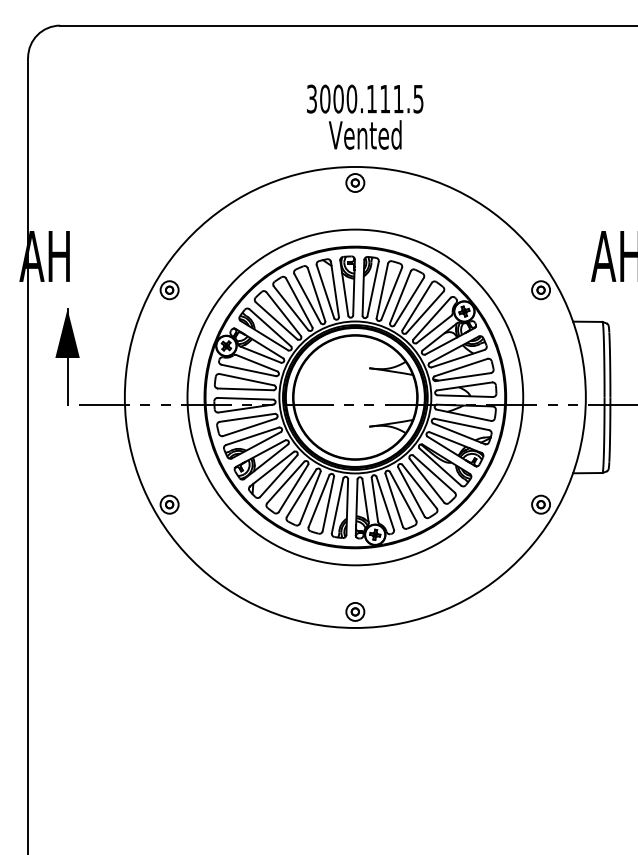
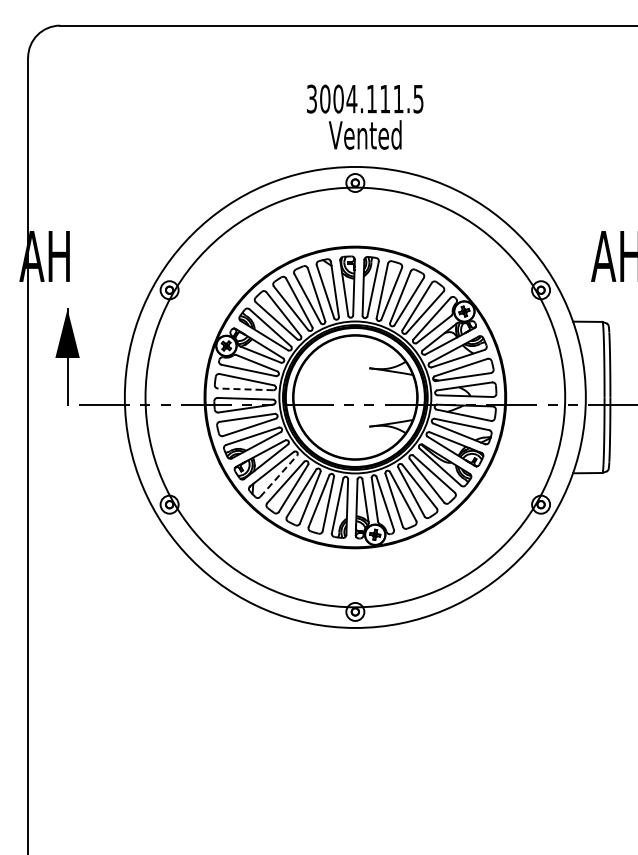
text at (351, 98): 3000.111.5 -> 3004.111.5
line at (245, 389): solid -> dashed
circle at (355, 397) diameter: 336 px -> 420 px
line at (278, 476): solid -> dashed
